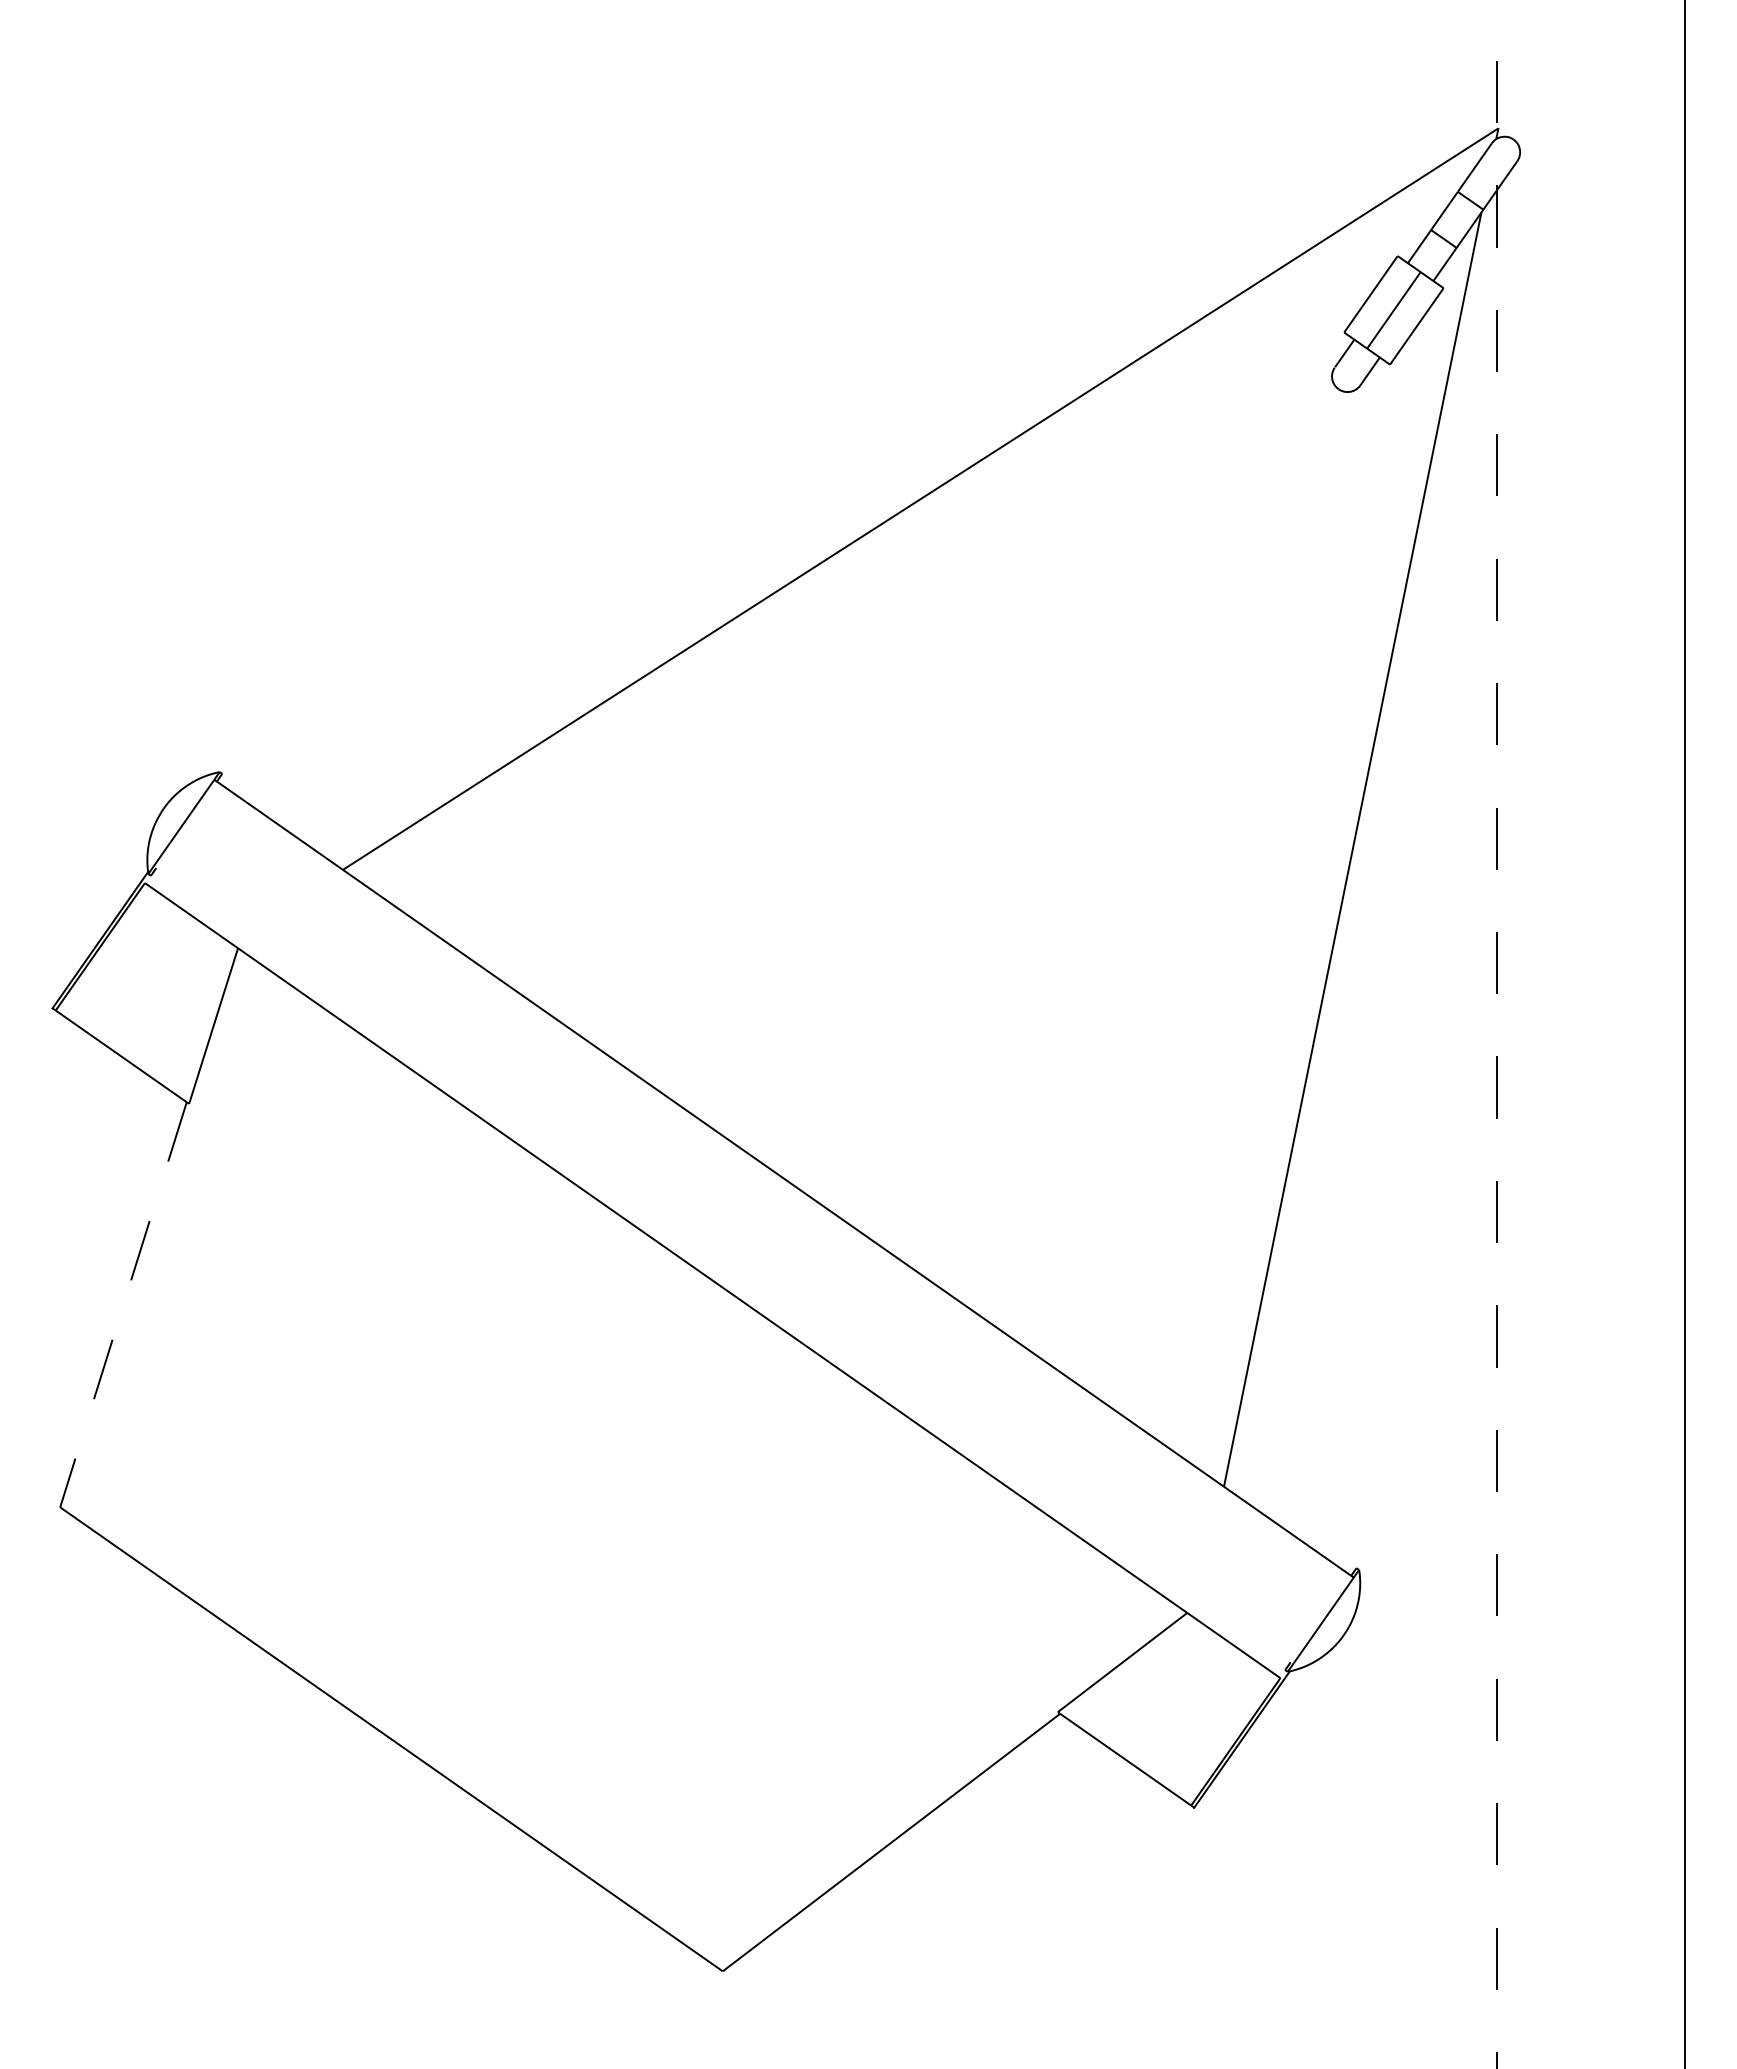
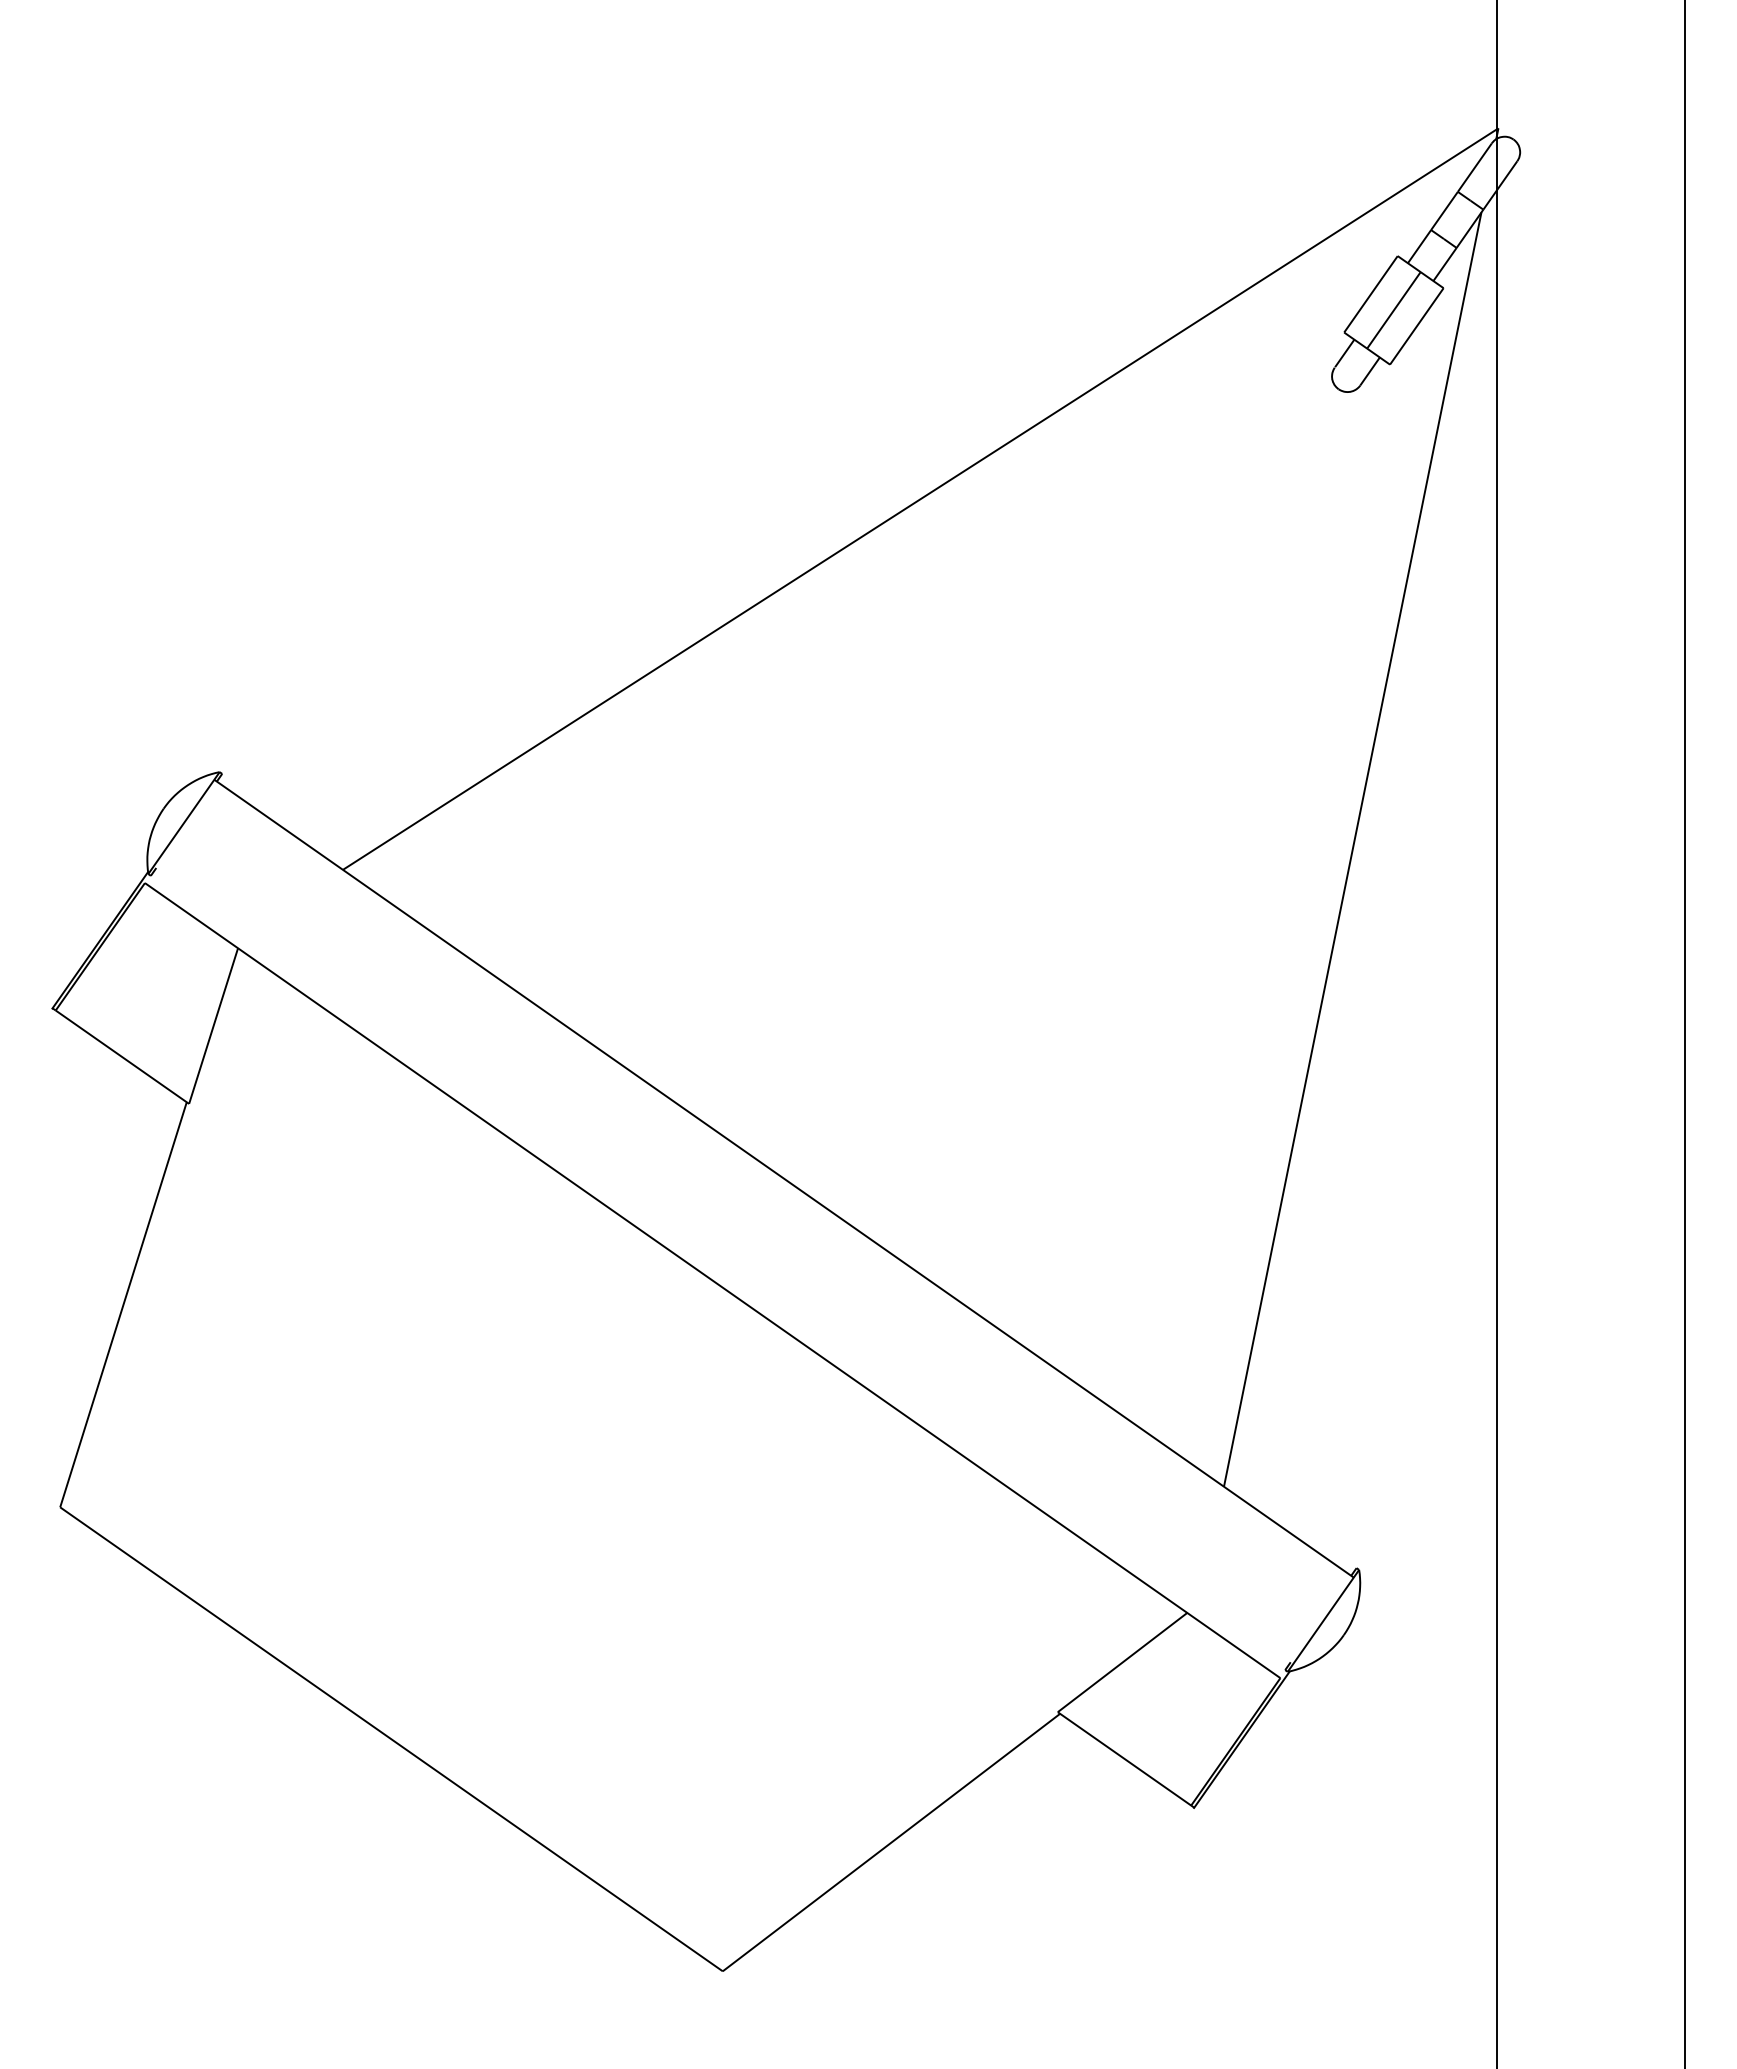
line at (1496, 1034): dashed -> solid
line at (123, 1305): dashed -> solid
